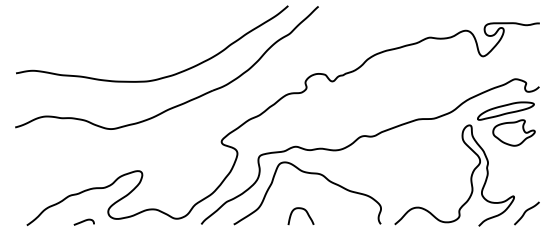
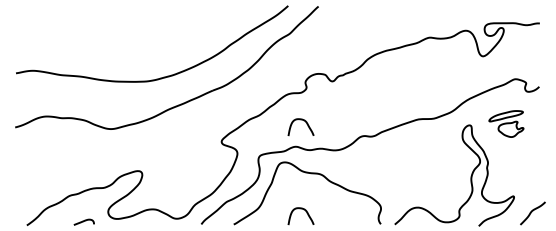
curve at (300, 120): none -> present
part at (506, 123) size: 59x46 px -> 37x28 px
curve at (526, 212) position: (526, 212) -> (532, 212)
